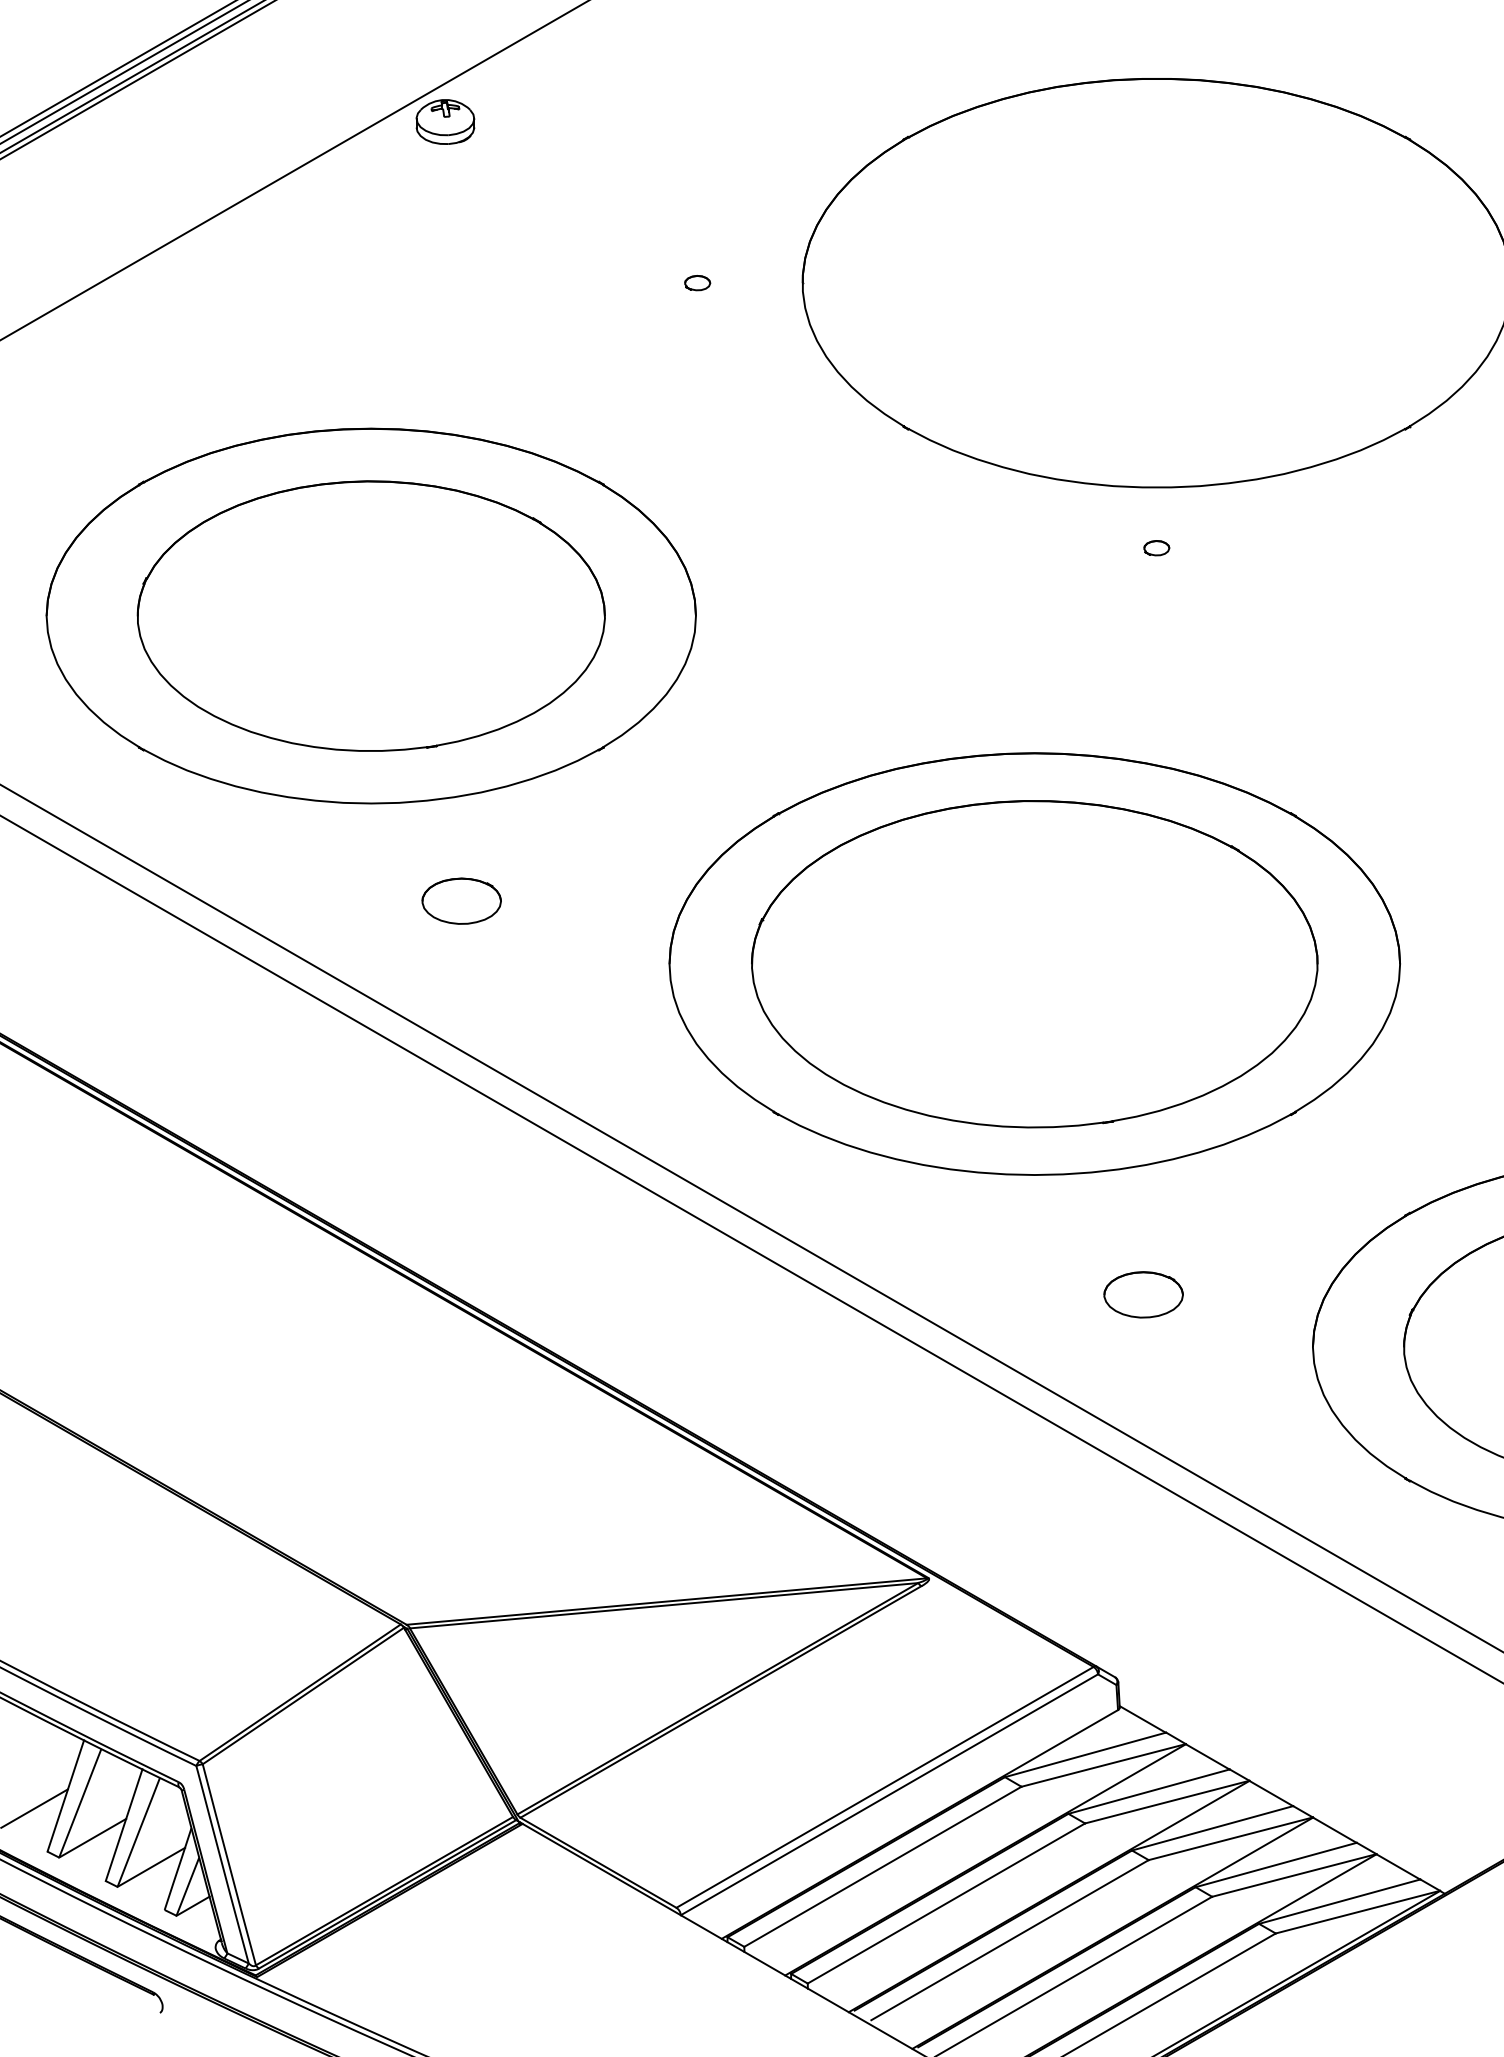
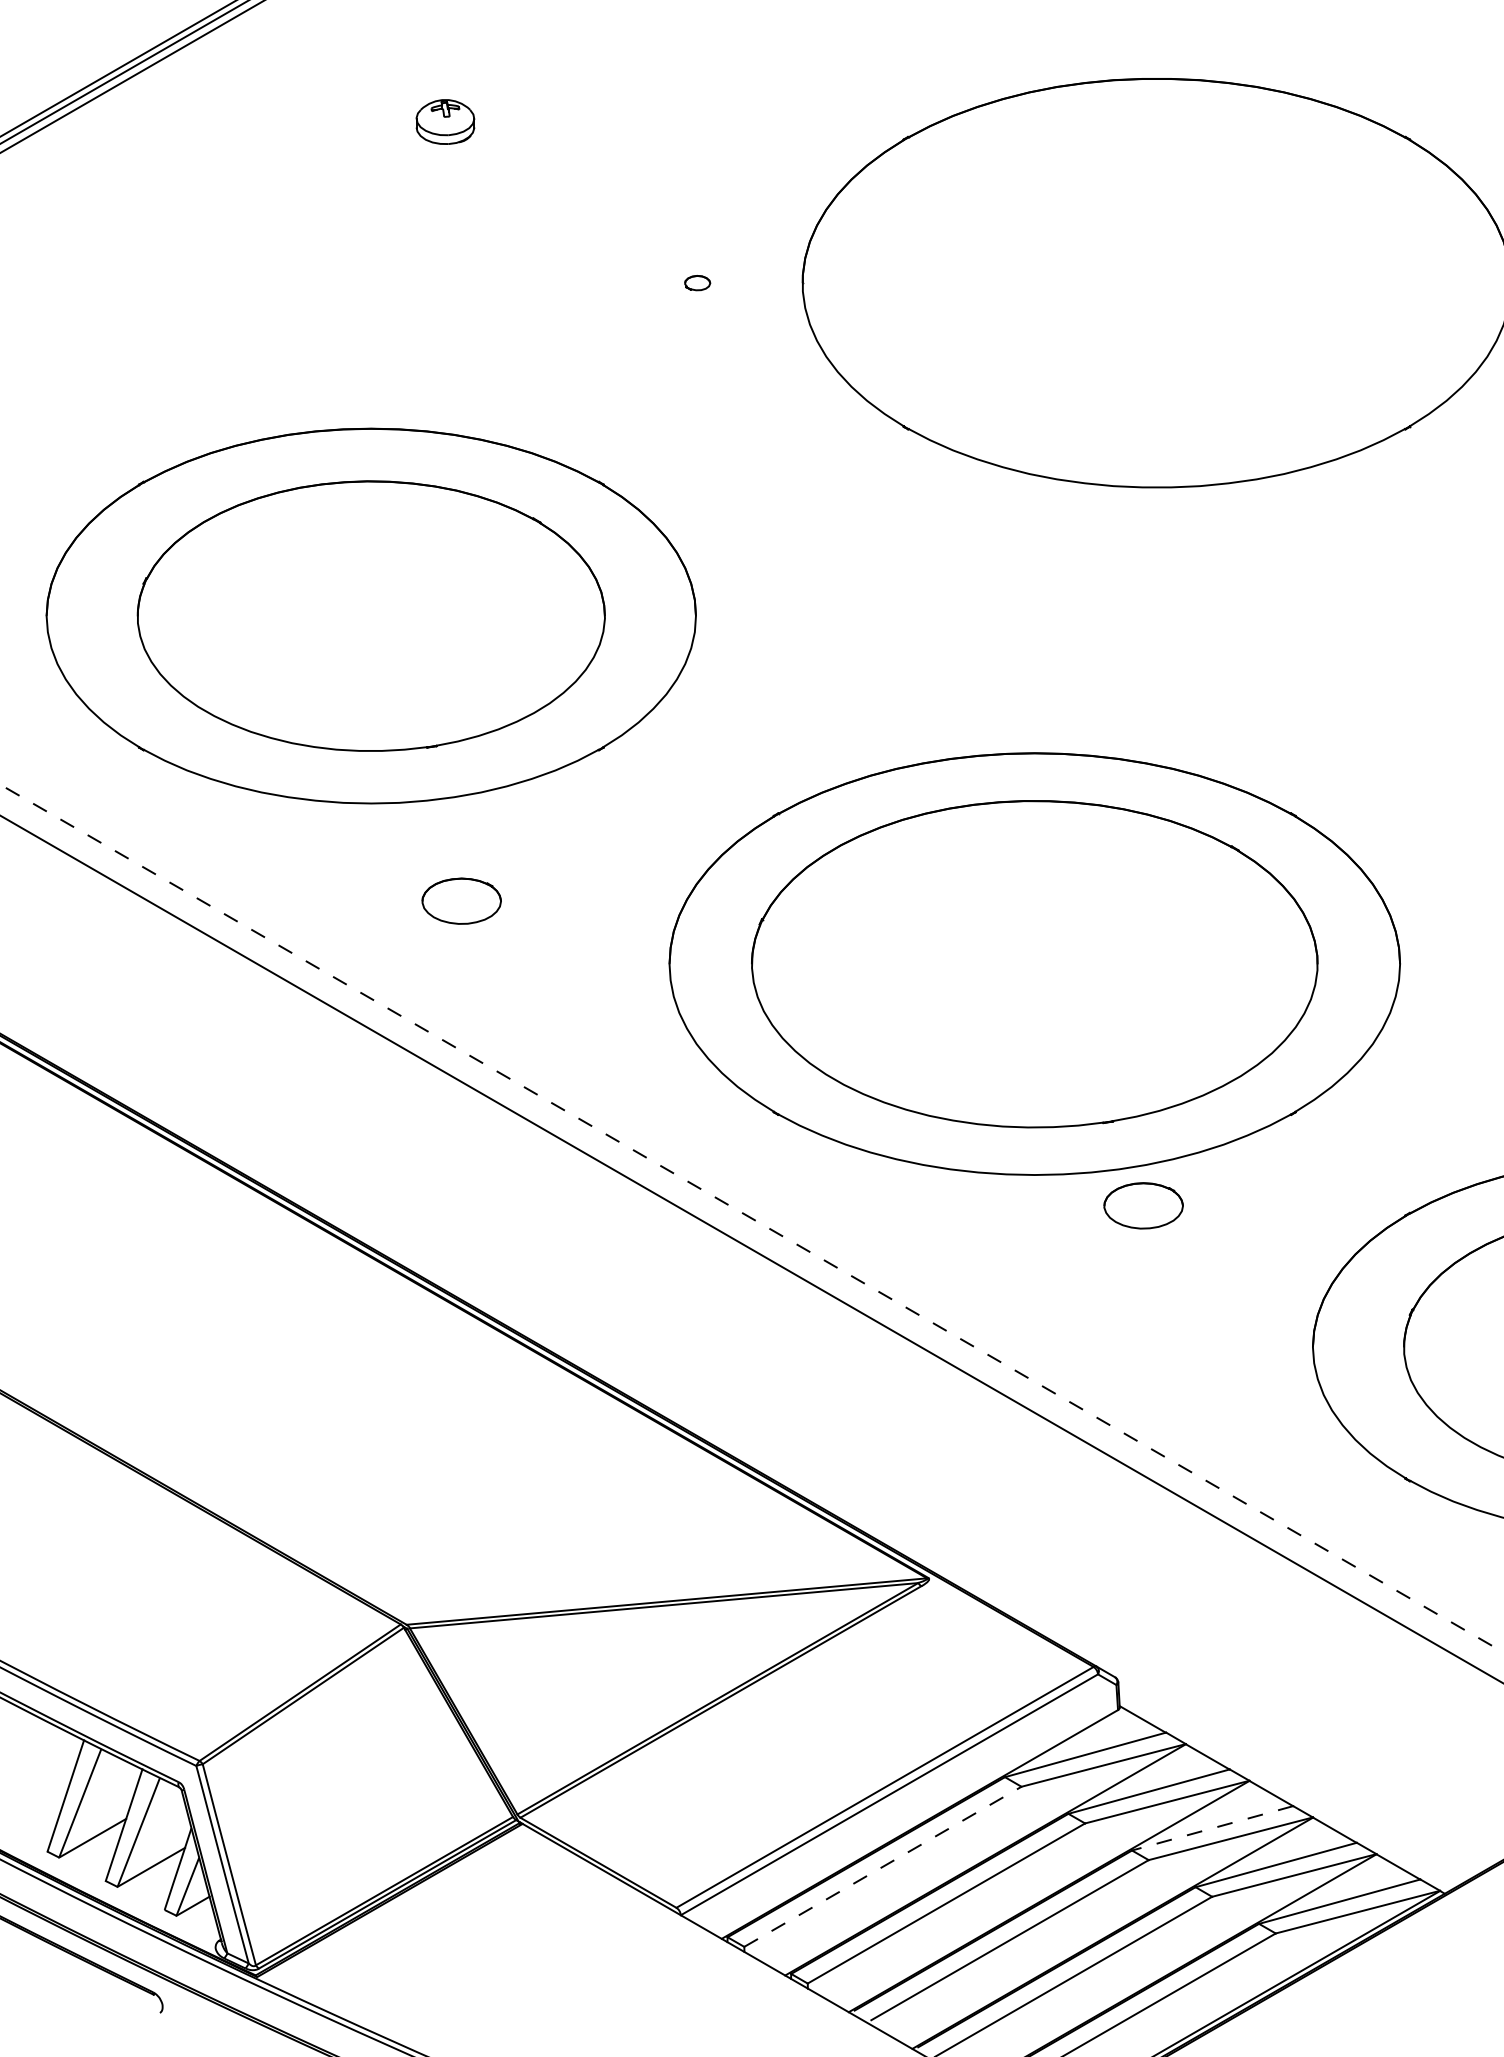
line at (137, 80): present -> none
line at (293, 170): present -> none
part at (1156, 548): present -> none
line at (751, 1218): solid -> dashed
part at (1143, 1294) position: (1143, 1294) -> (1143, 1205)
line at (34, 1808): present -> none
line at (1212, 1828): solid -> dashed
line at (883, 1866): solid -> dashed
